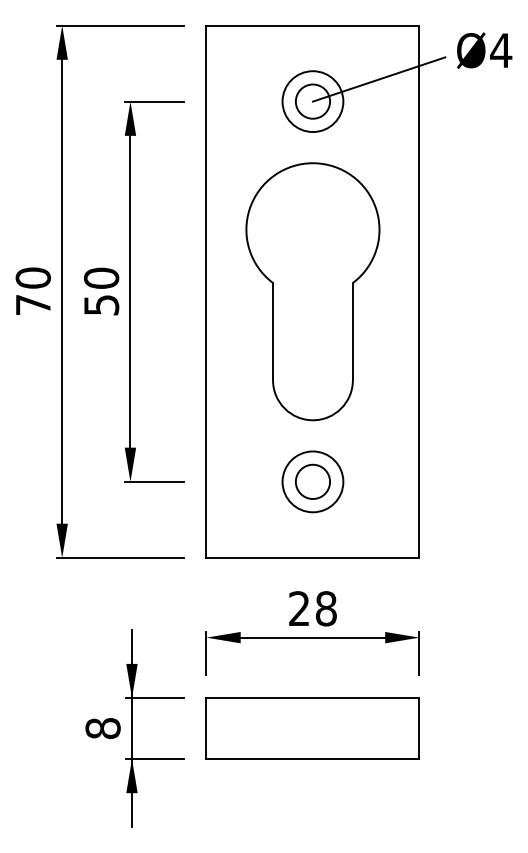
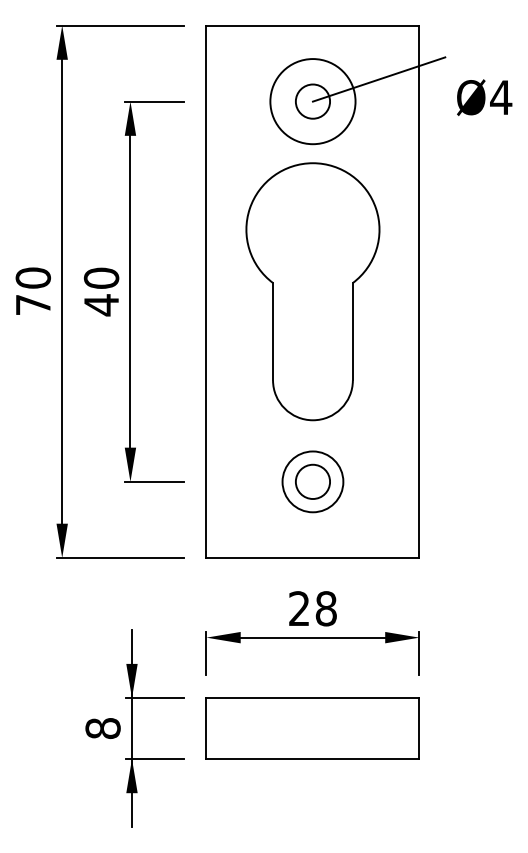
text at (484, 50) position: (484, 50) -> (484, 97)
circle at (312, 101) diameter: 61 px -> 85 px
text at (101, 305): 50 -> 40
